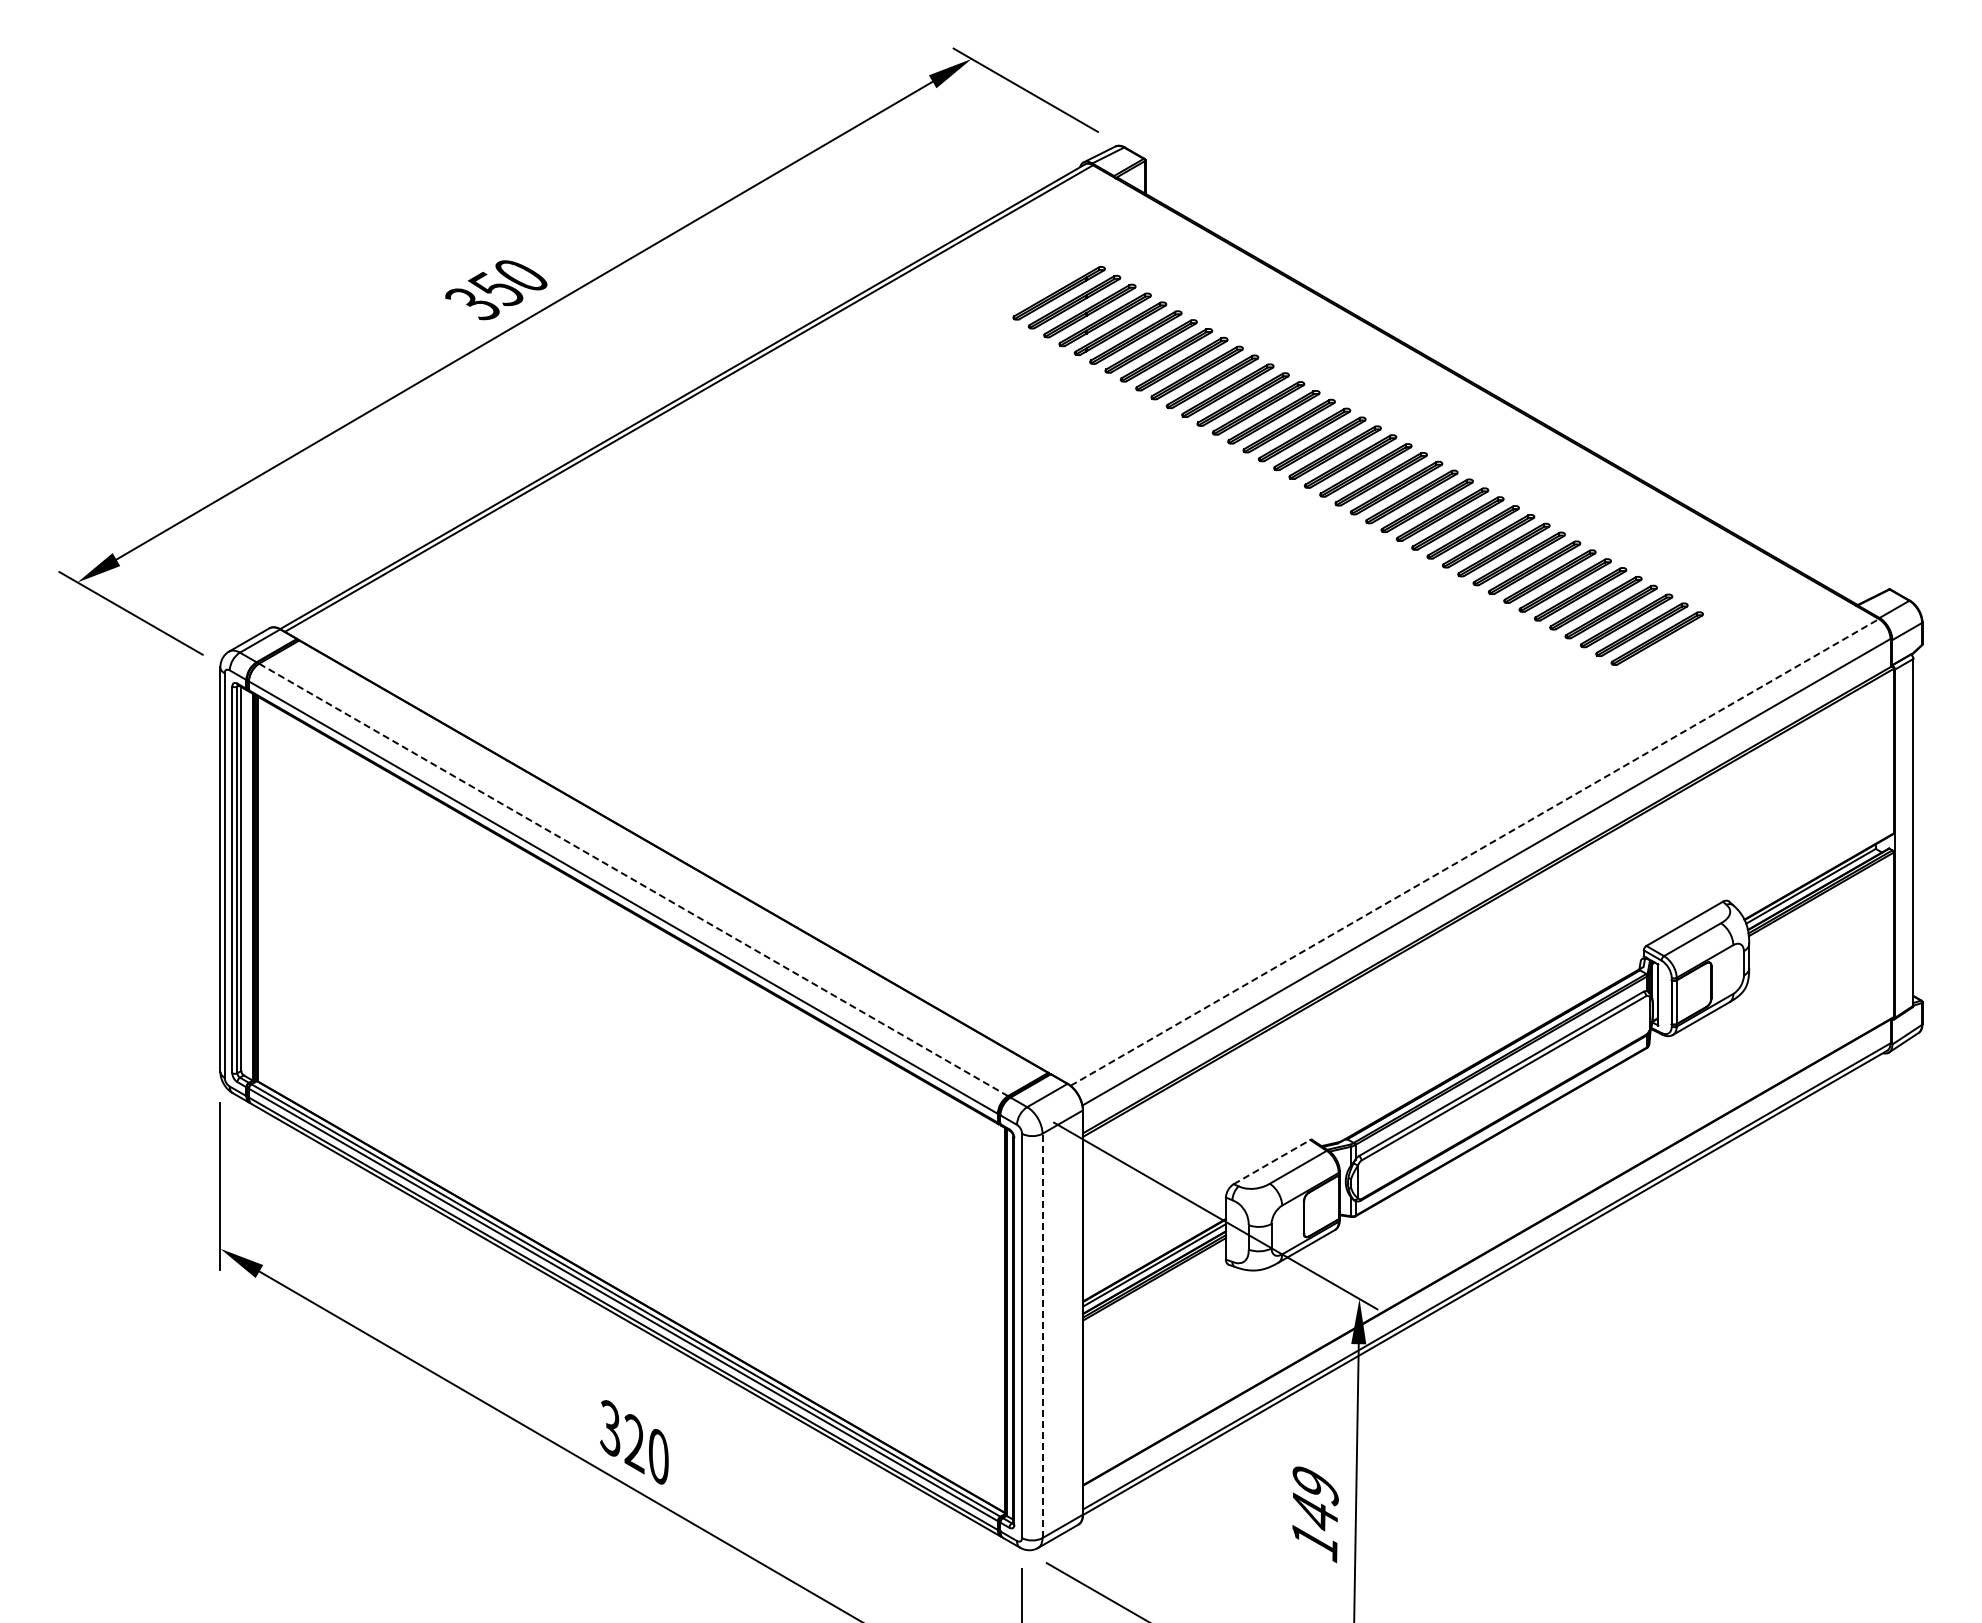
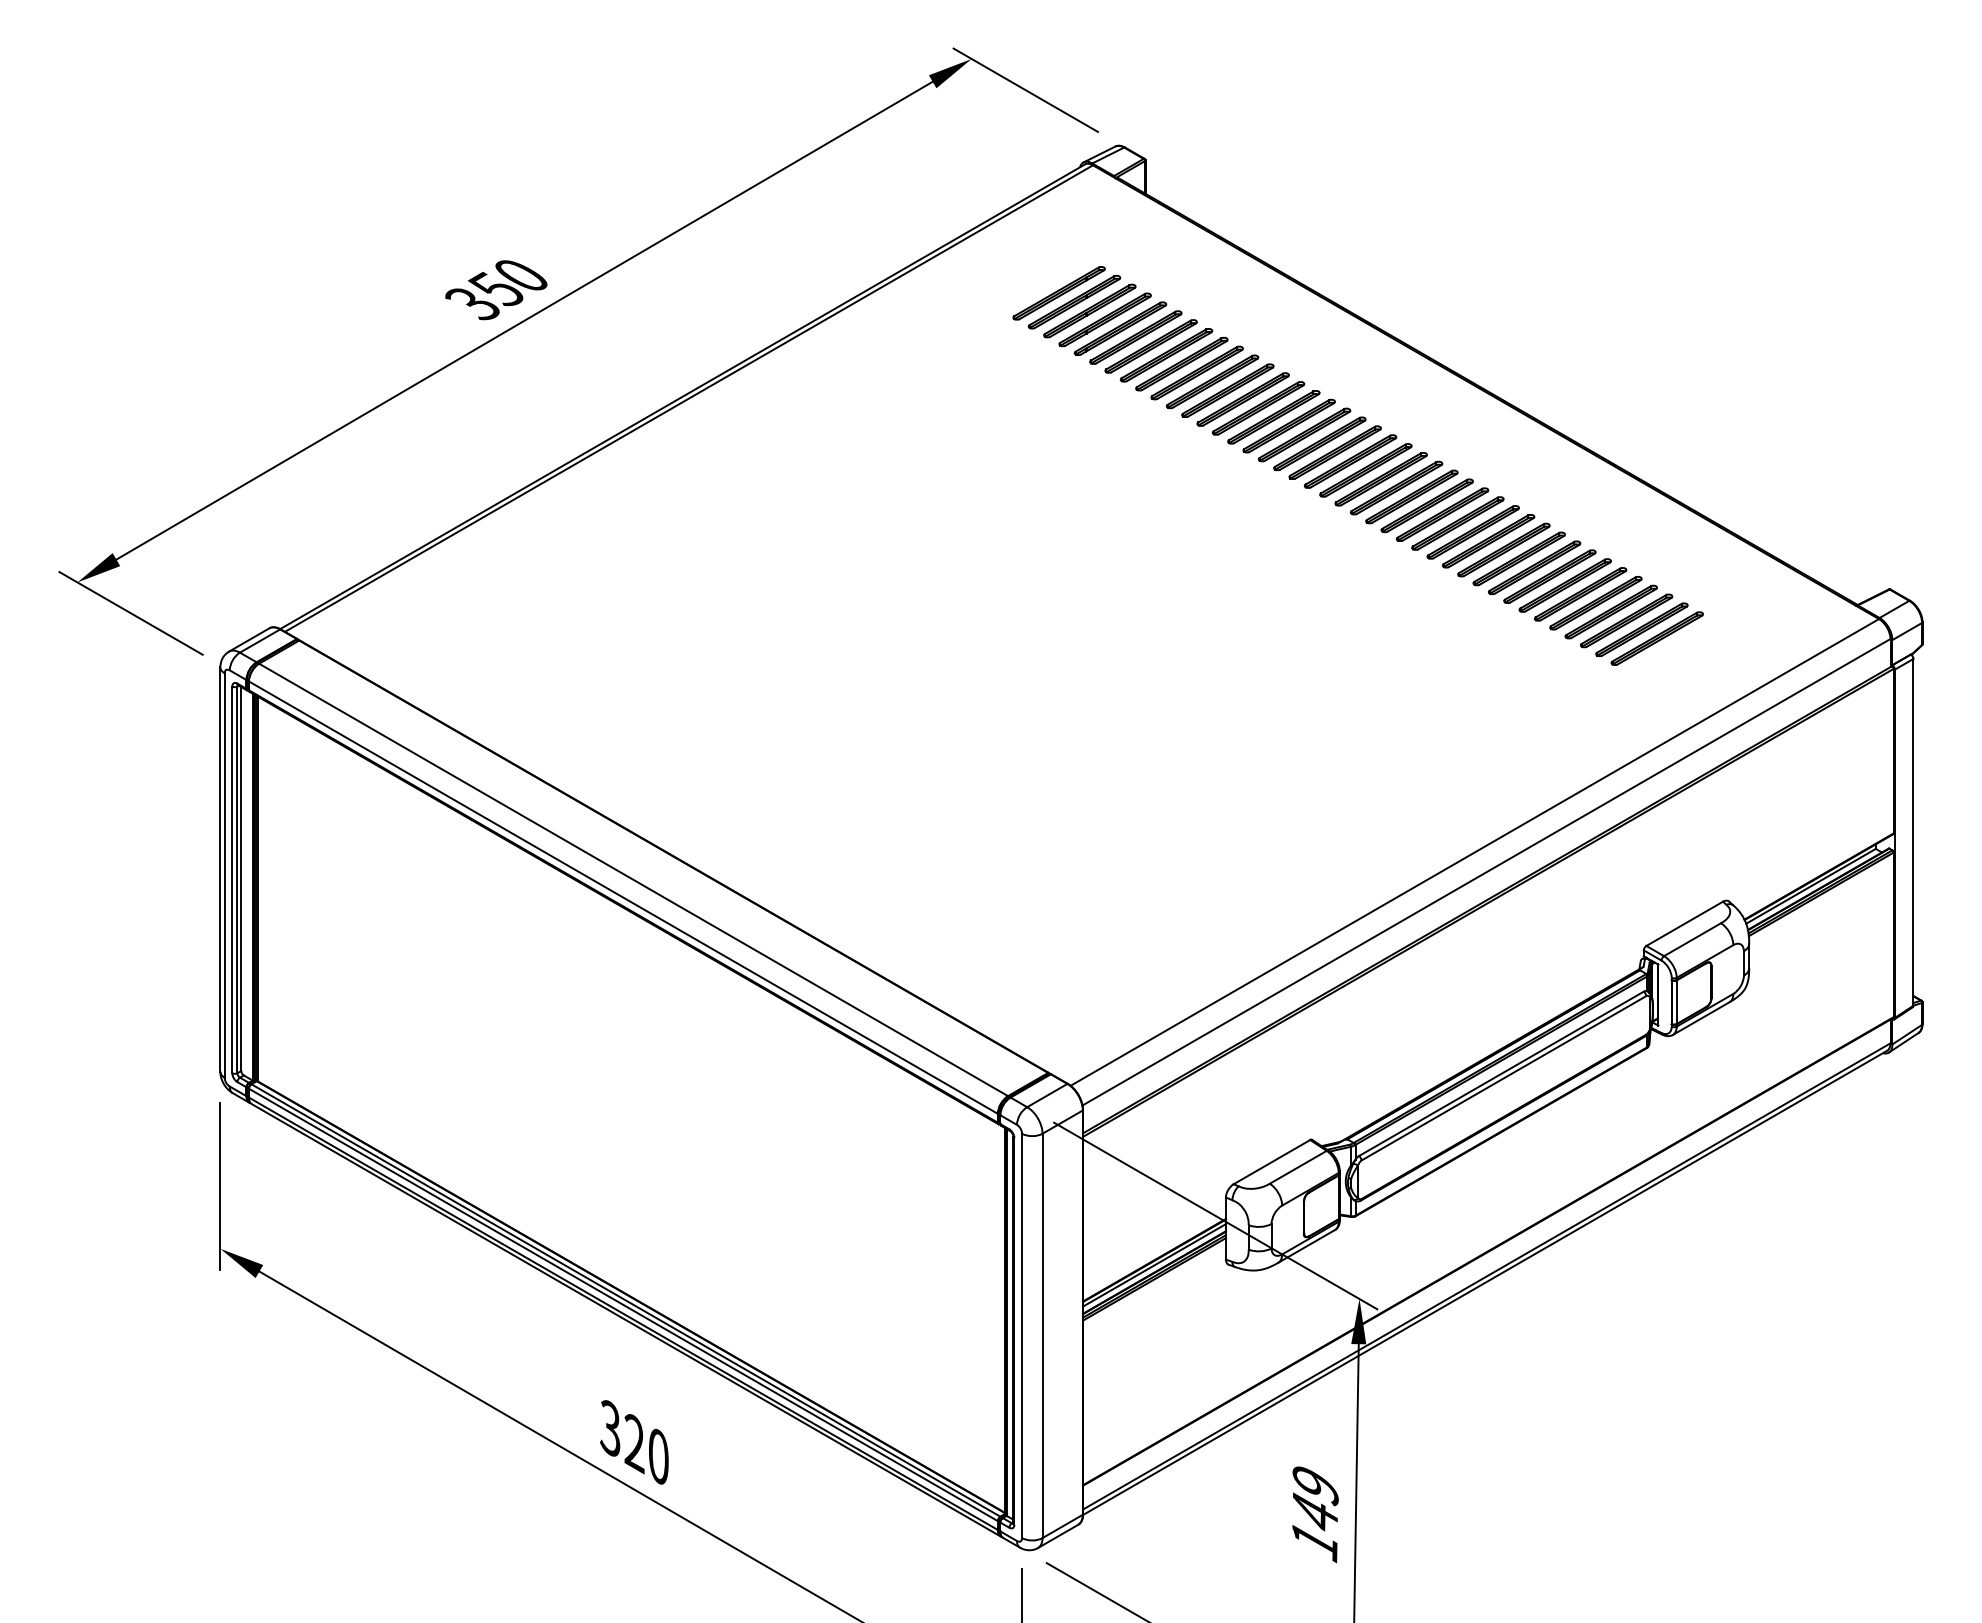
line at (1474, 852): dashed -> solid
line at (634, 880): dashed -> solid
line at (1272, 1161): dashed -> solid
line at (1042, 1335): dashed -> solid
